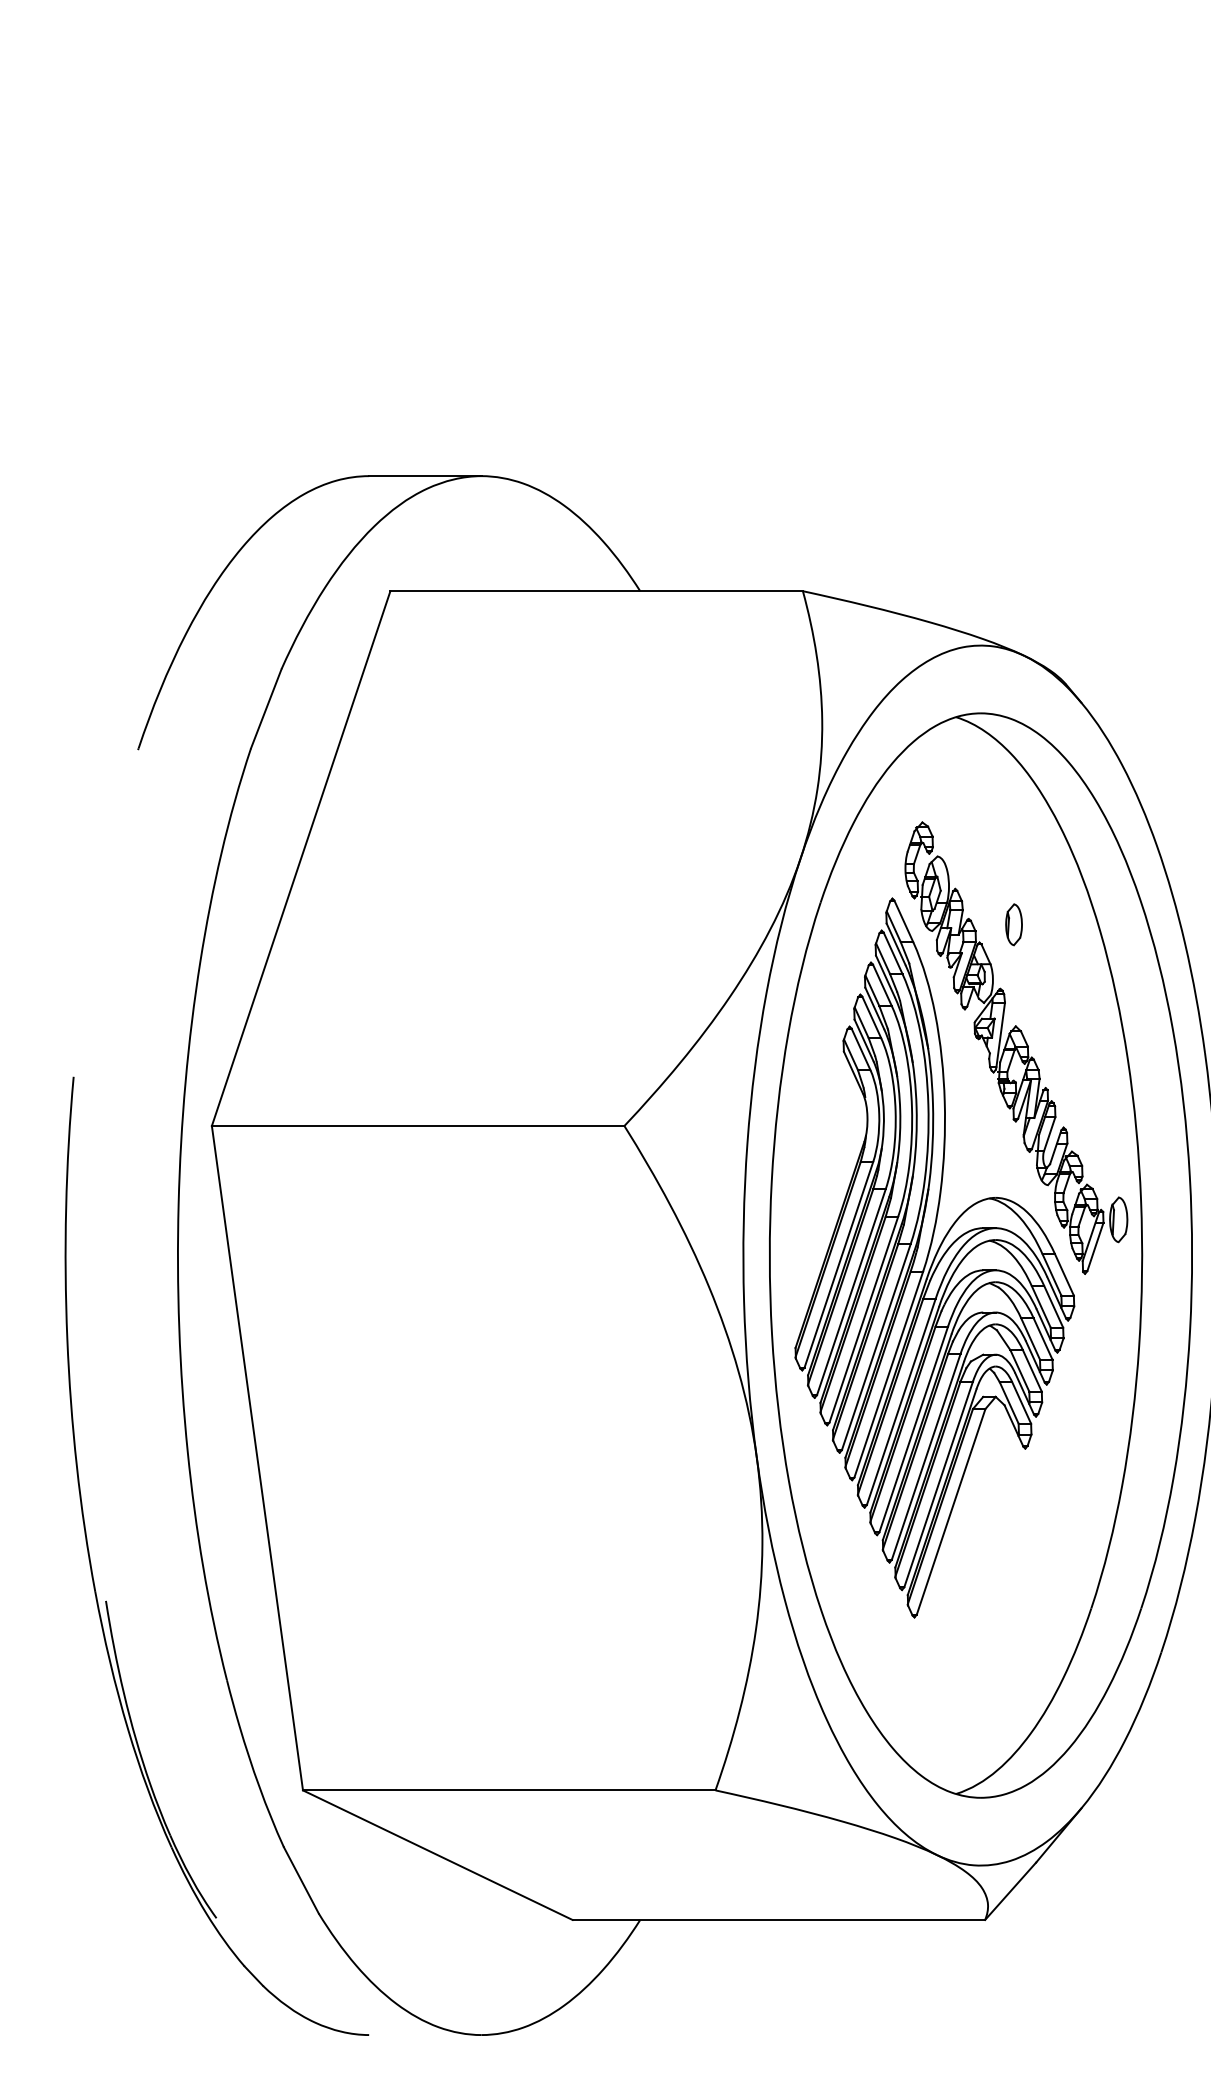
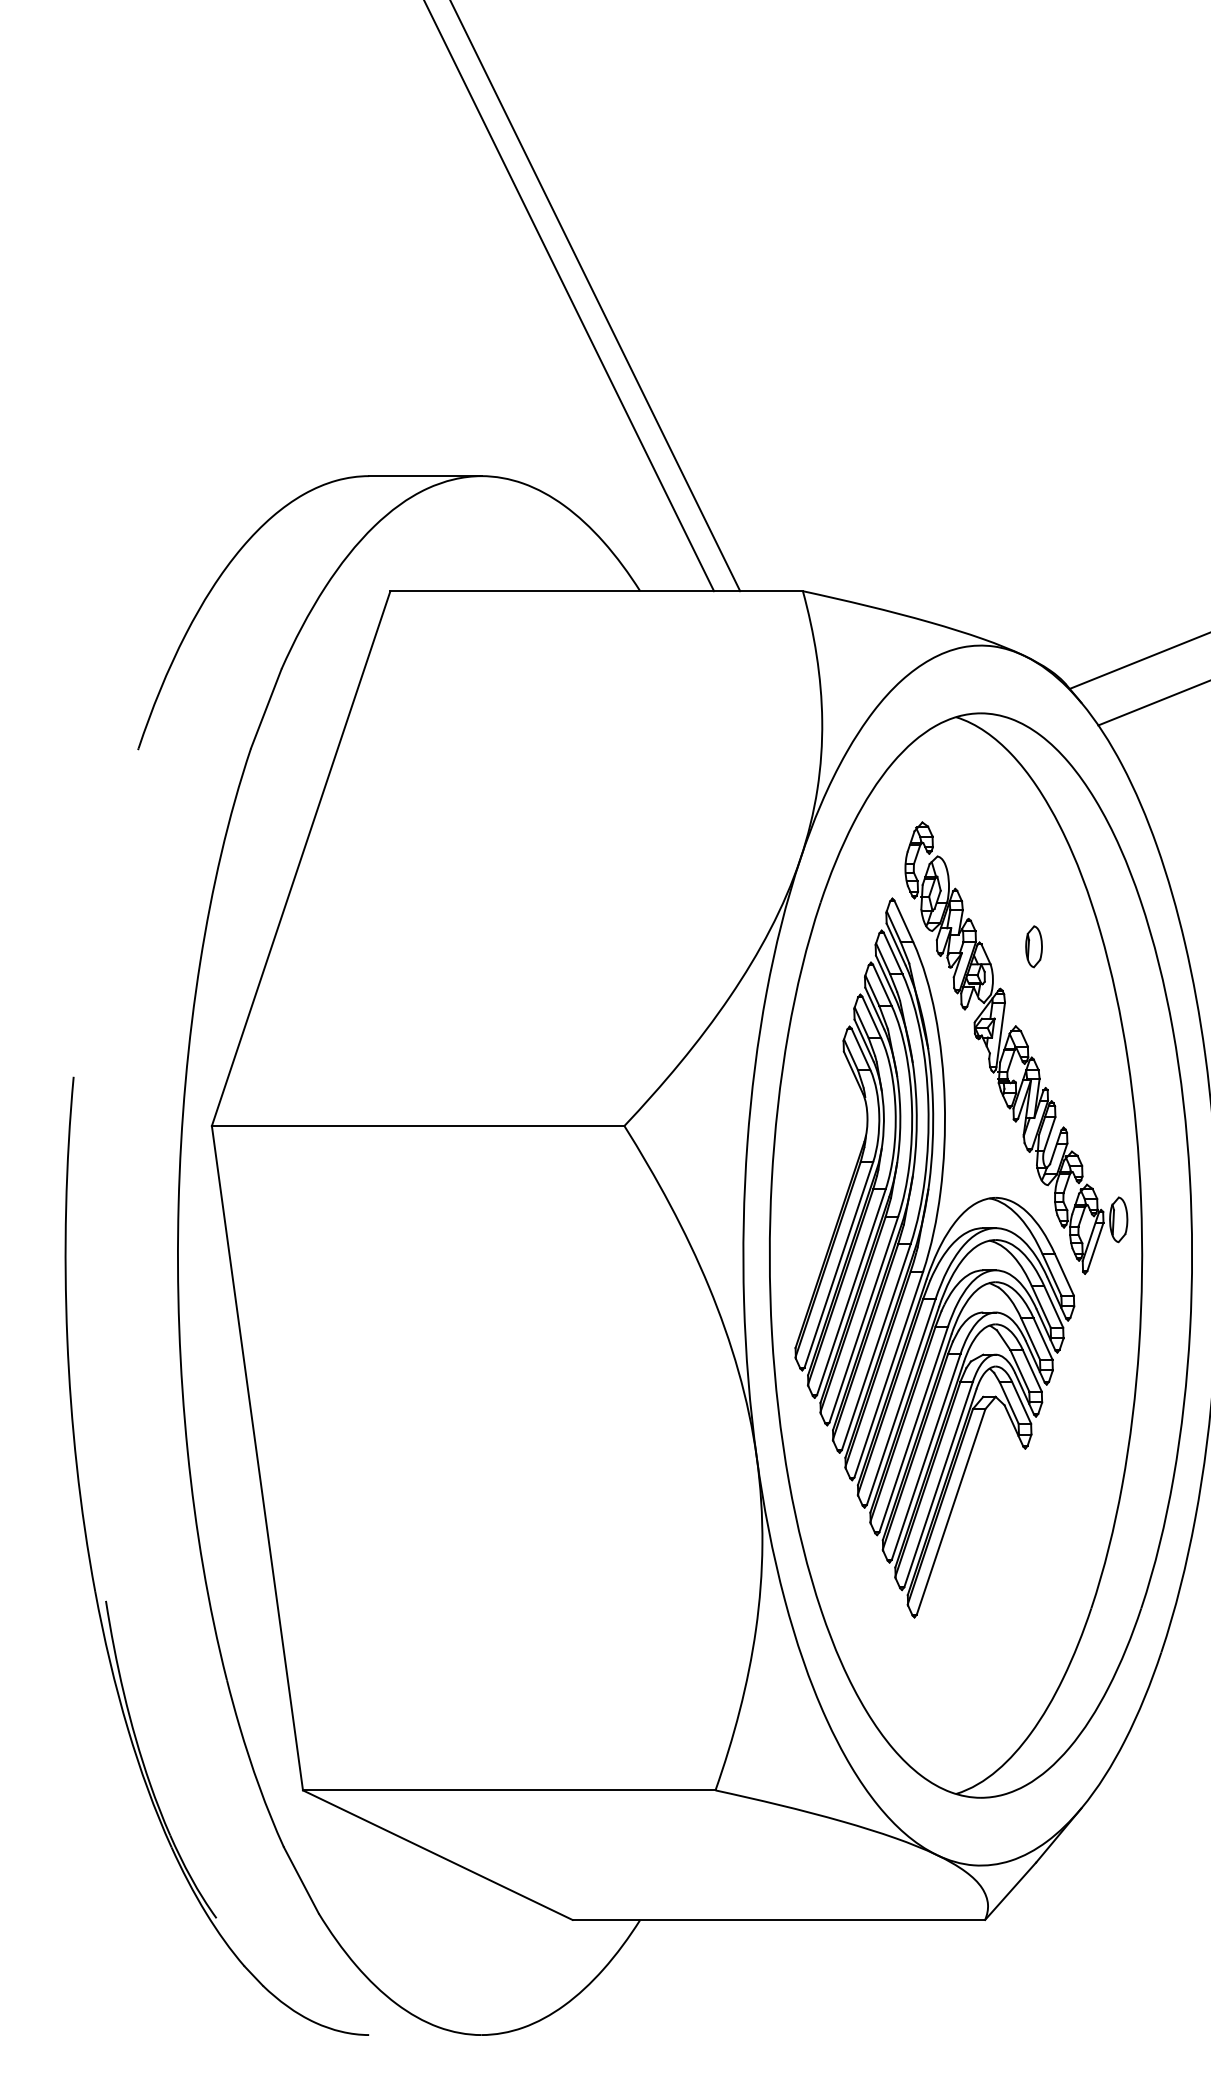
line at (569, 296): none -> present
line at (595, 296): none -> present
line at (1138, 660): none -> present
line at (1152, 703): none -> present
part at (1013, 924) position: (1013, 924) -> (1033, 946)
